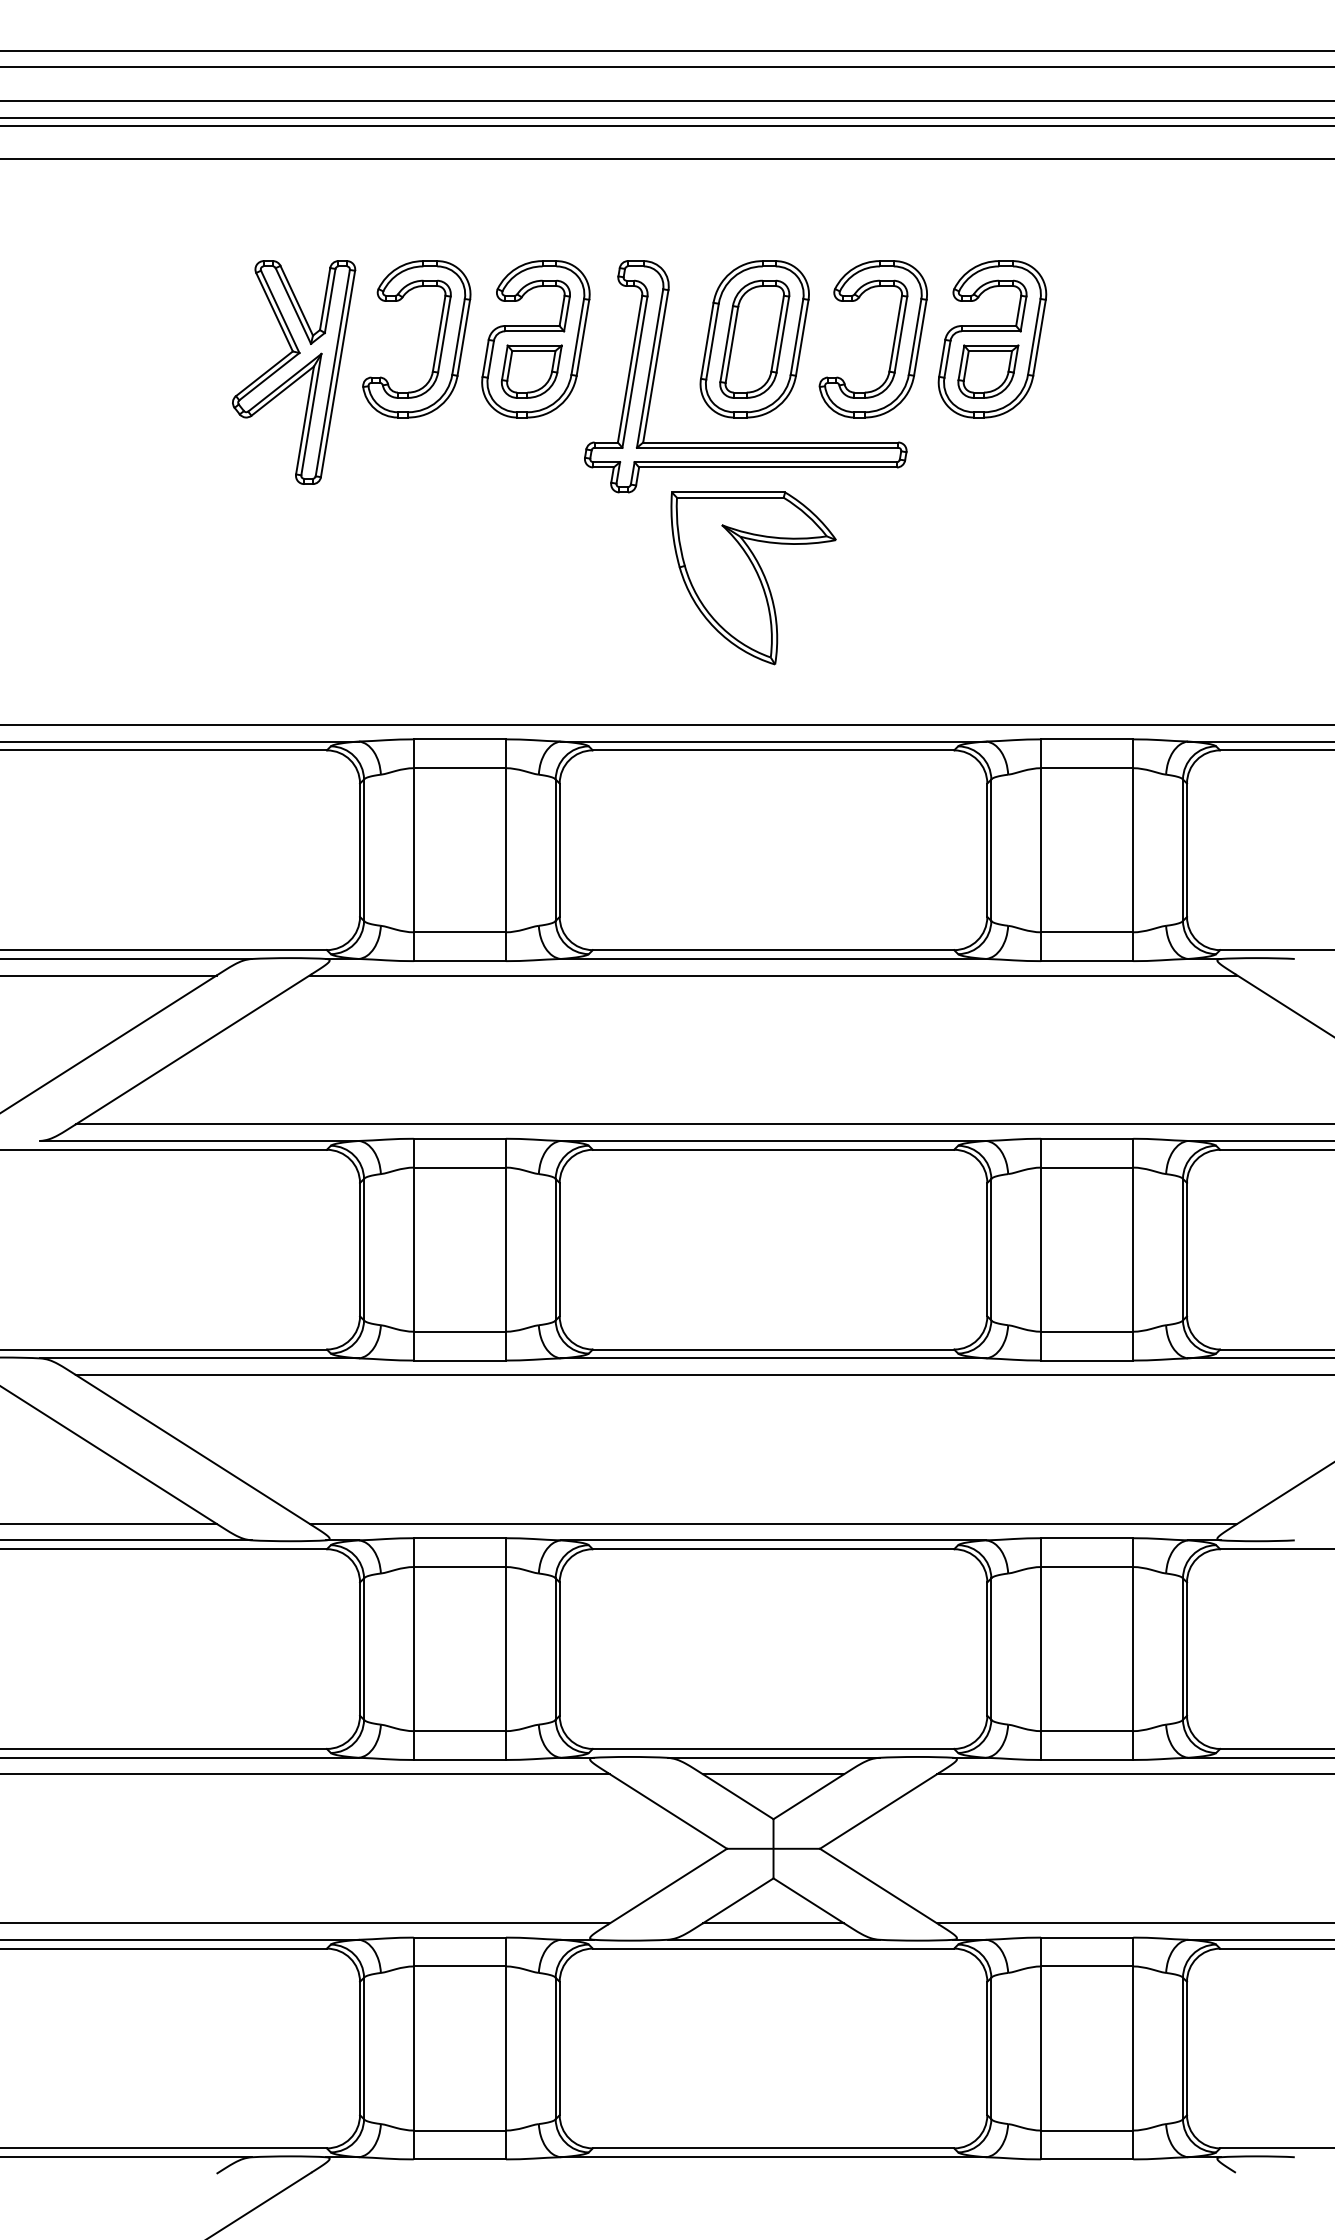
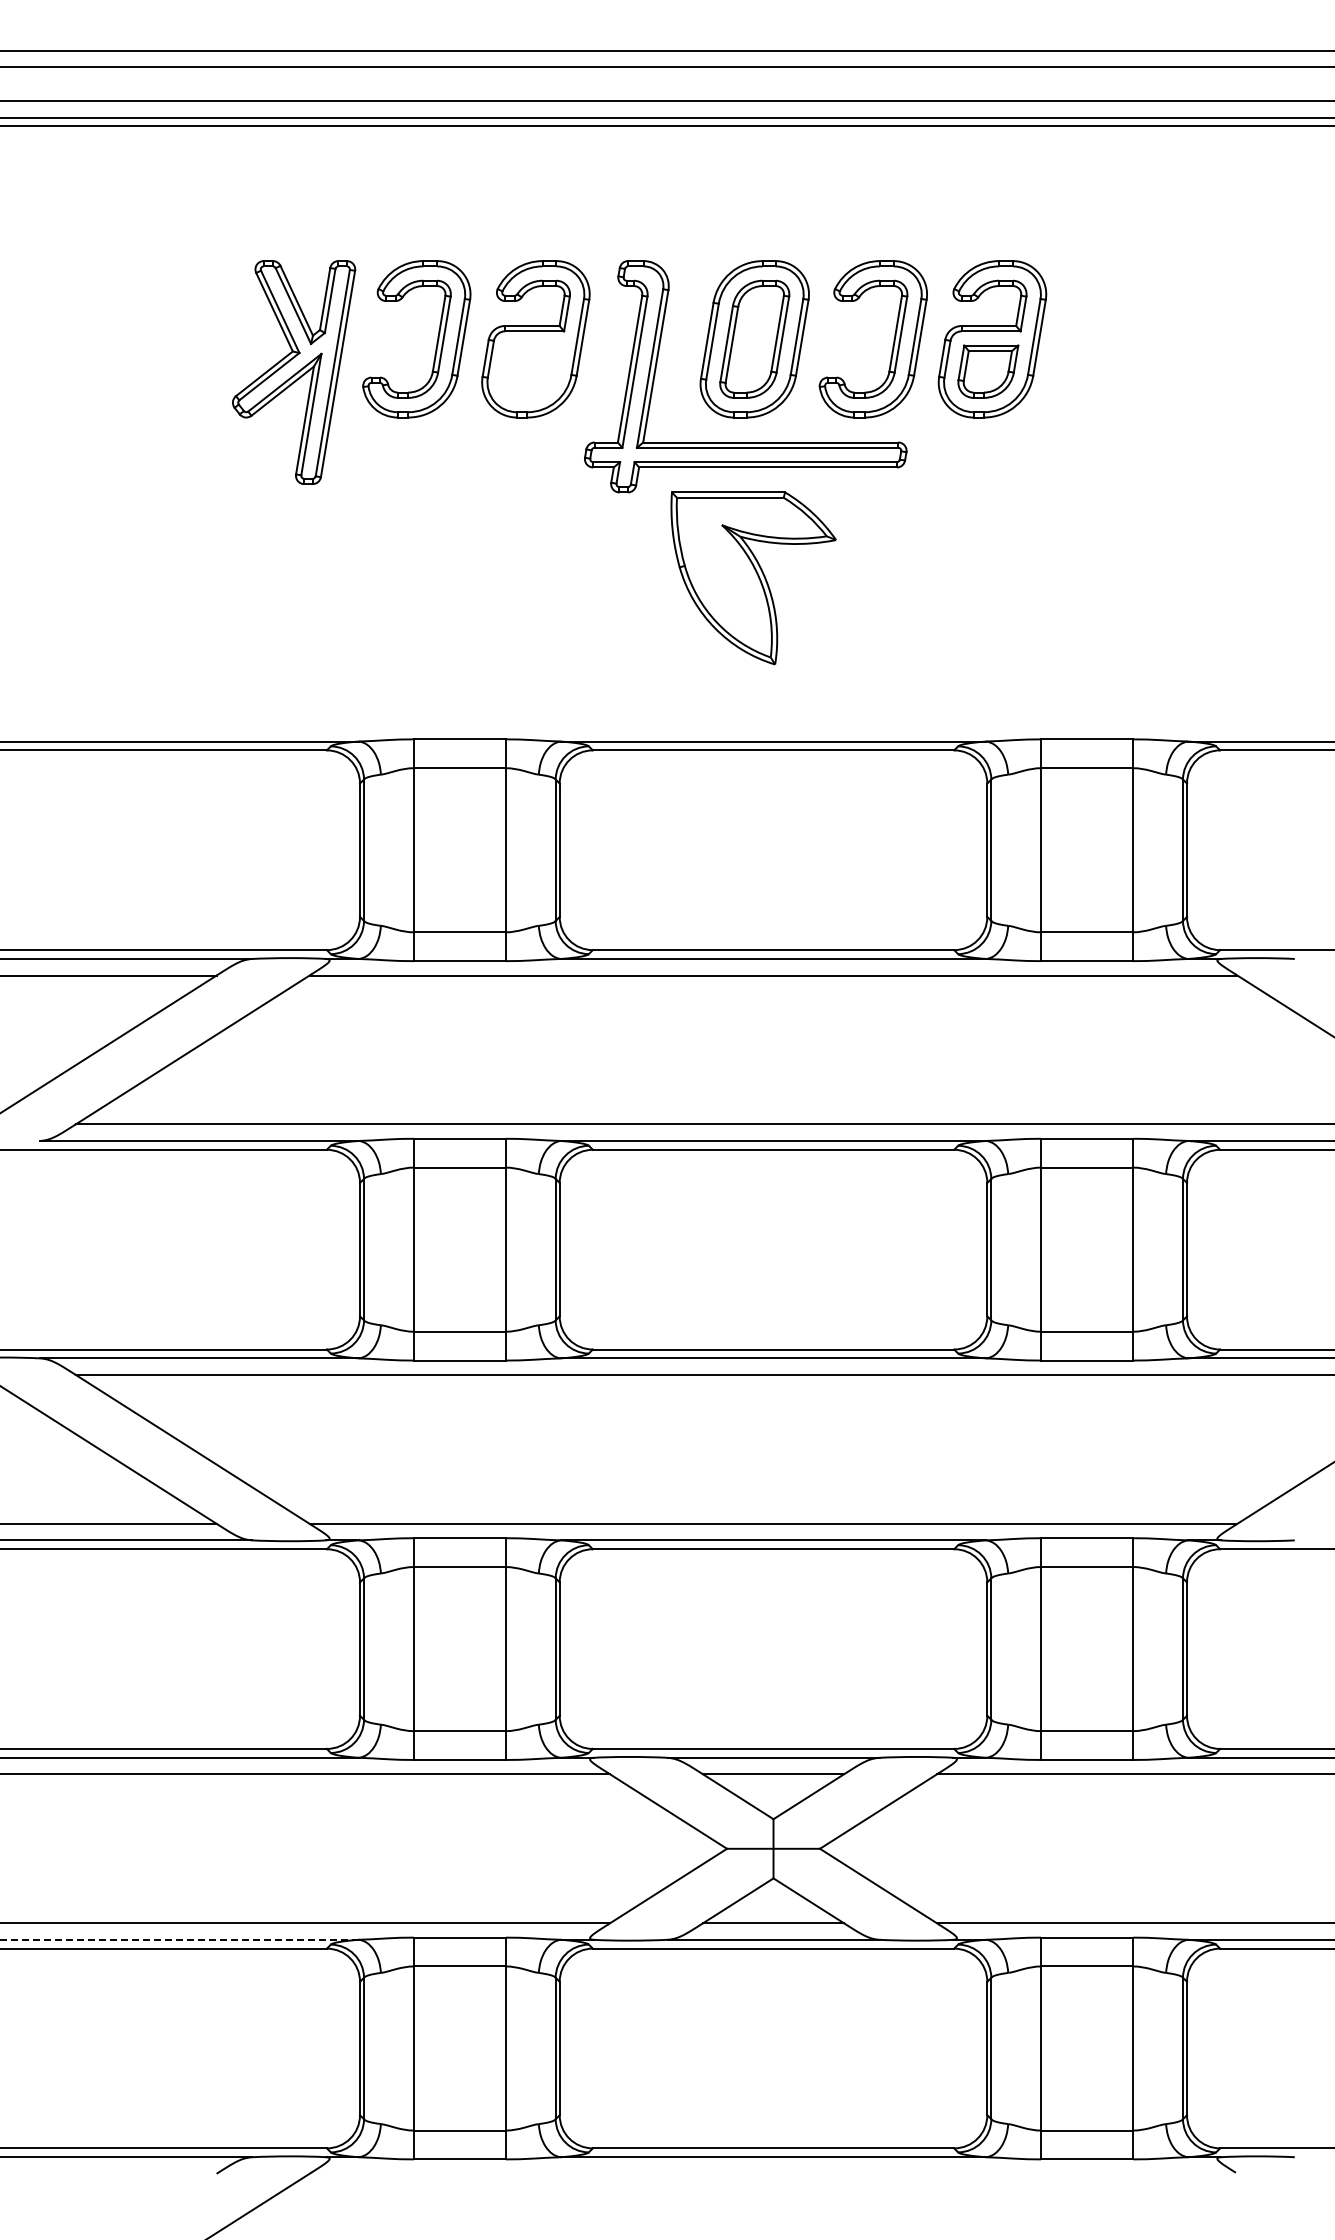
line at (666, 158): present -> none
part at (531, 371): present -> none
line at (666, 724): present -> none
line at (179, 1939): solid -> dashed
